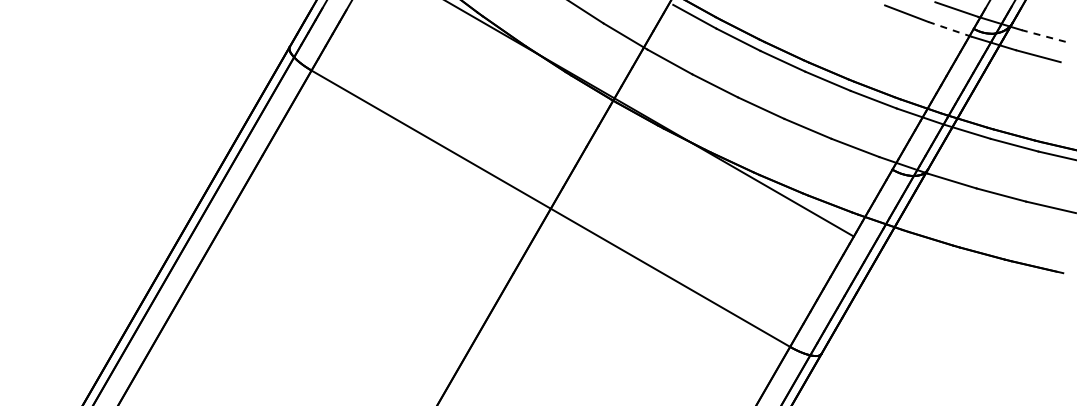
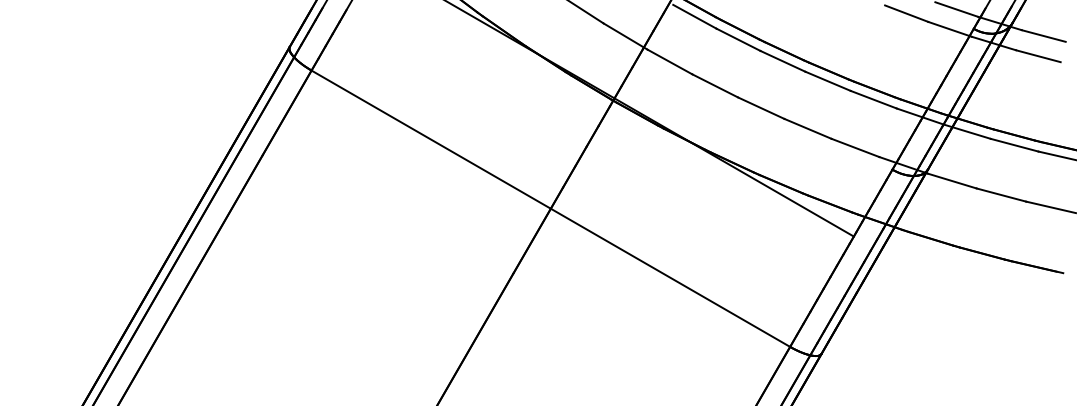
line at (949, 29): dashed -> solid
line at (1043, 36): dashed -> solid
